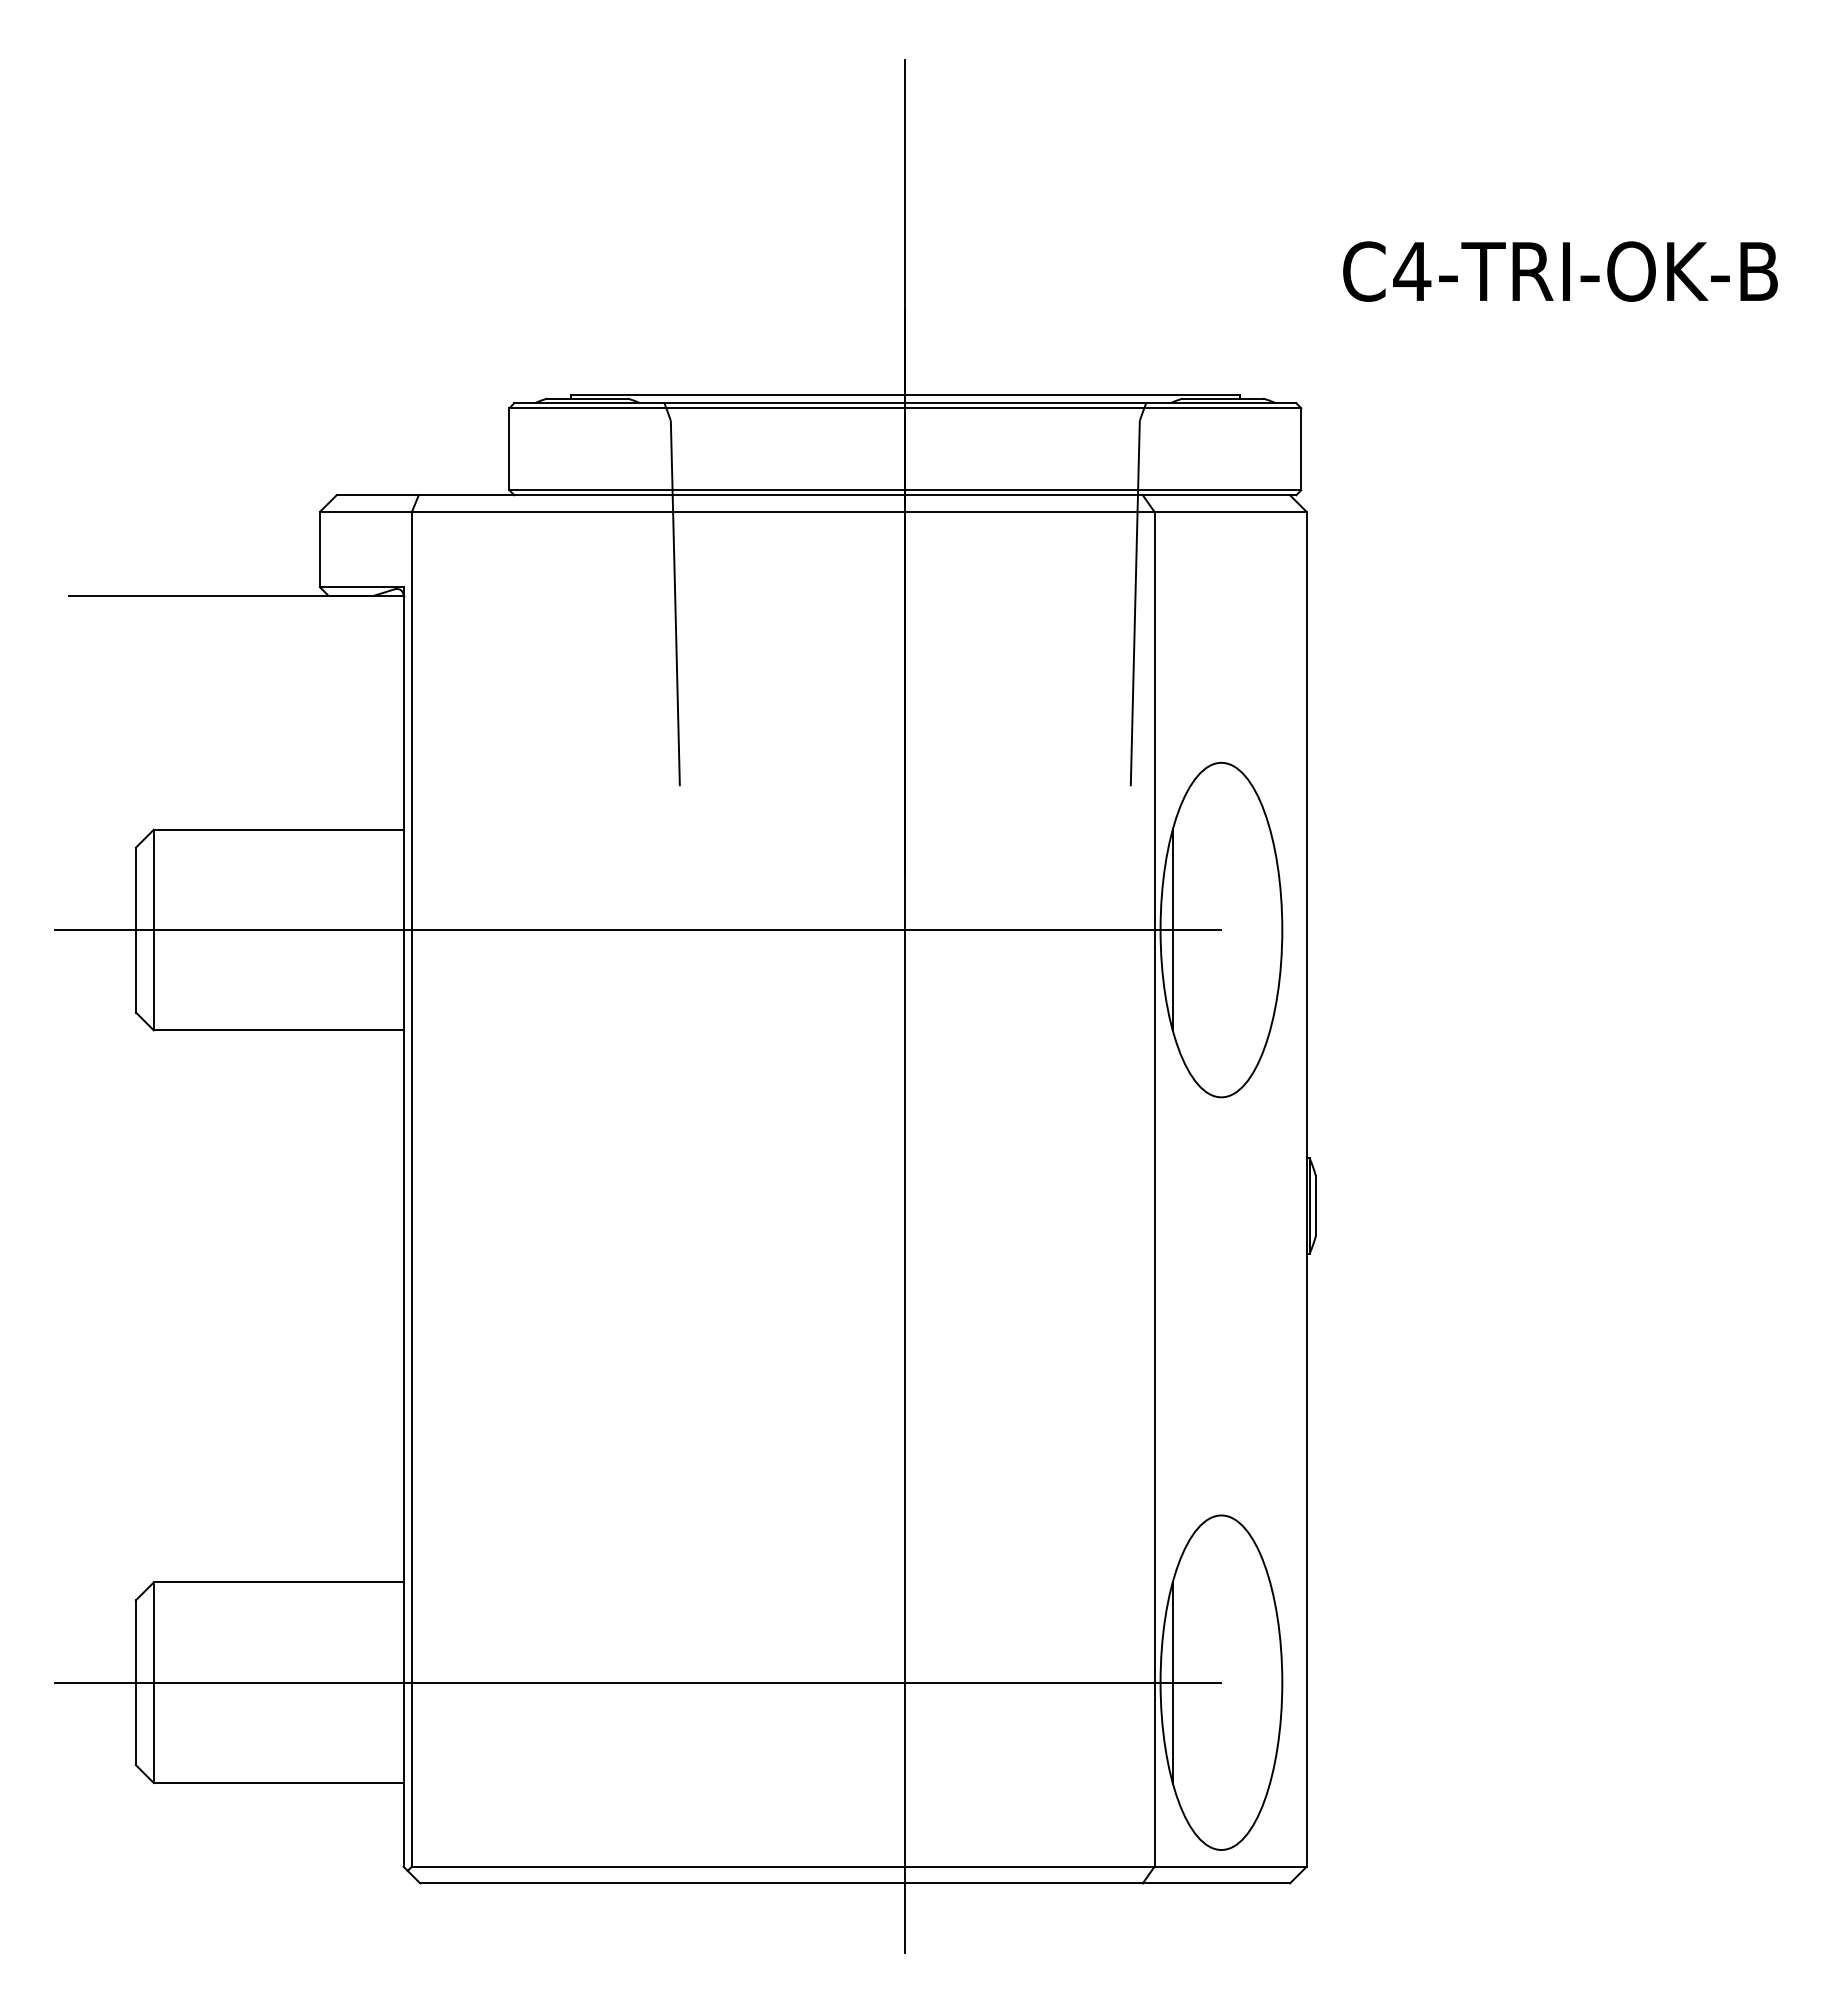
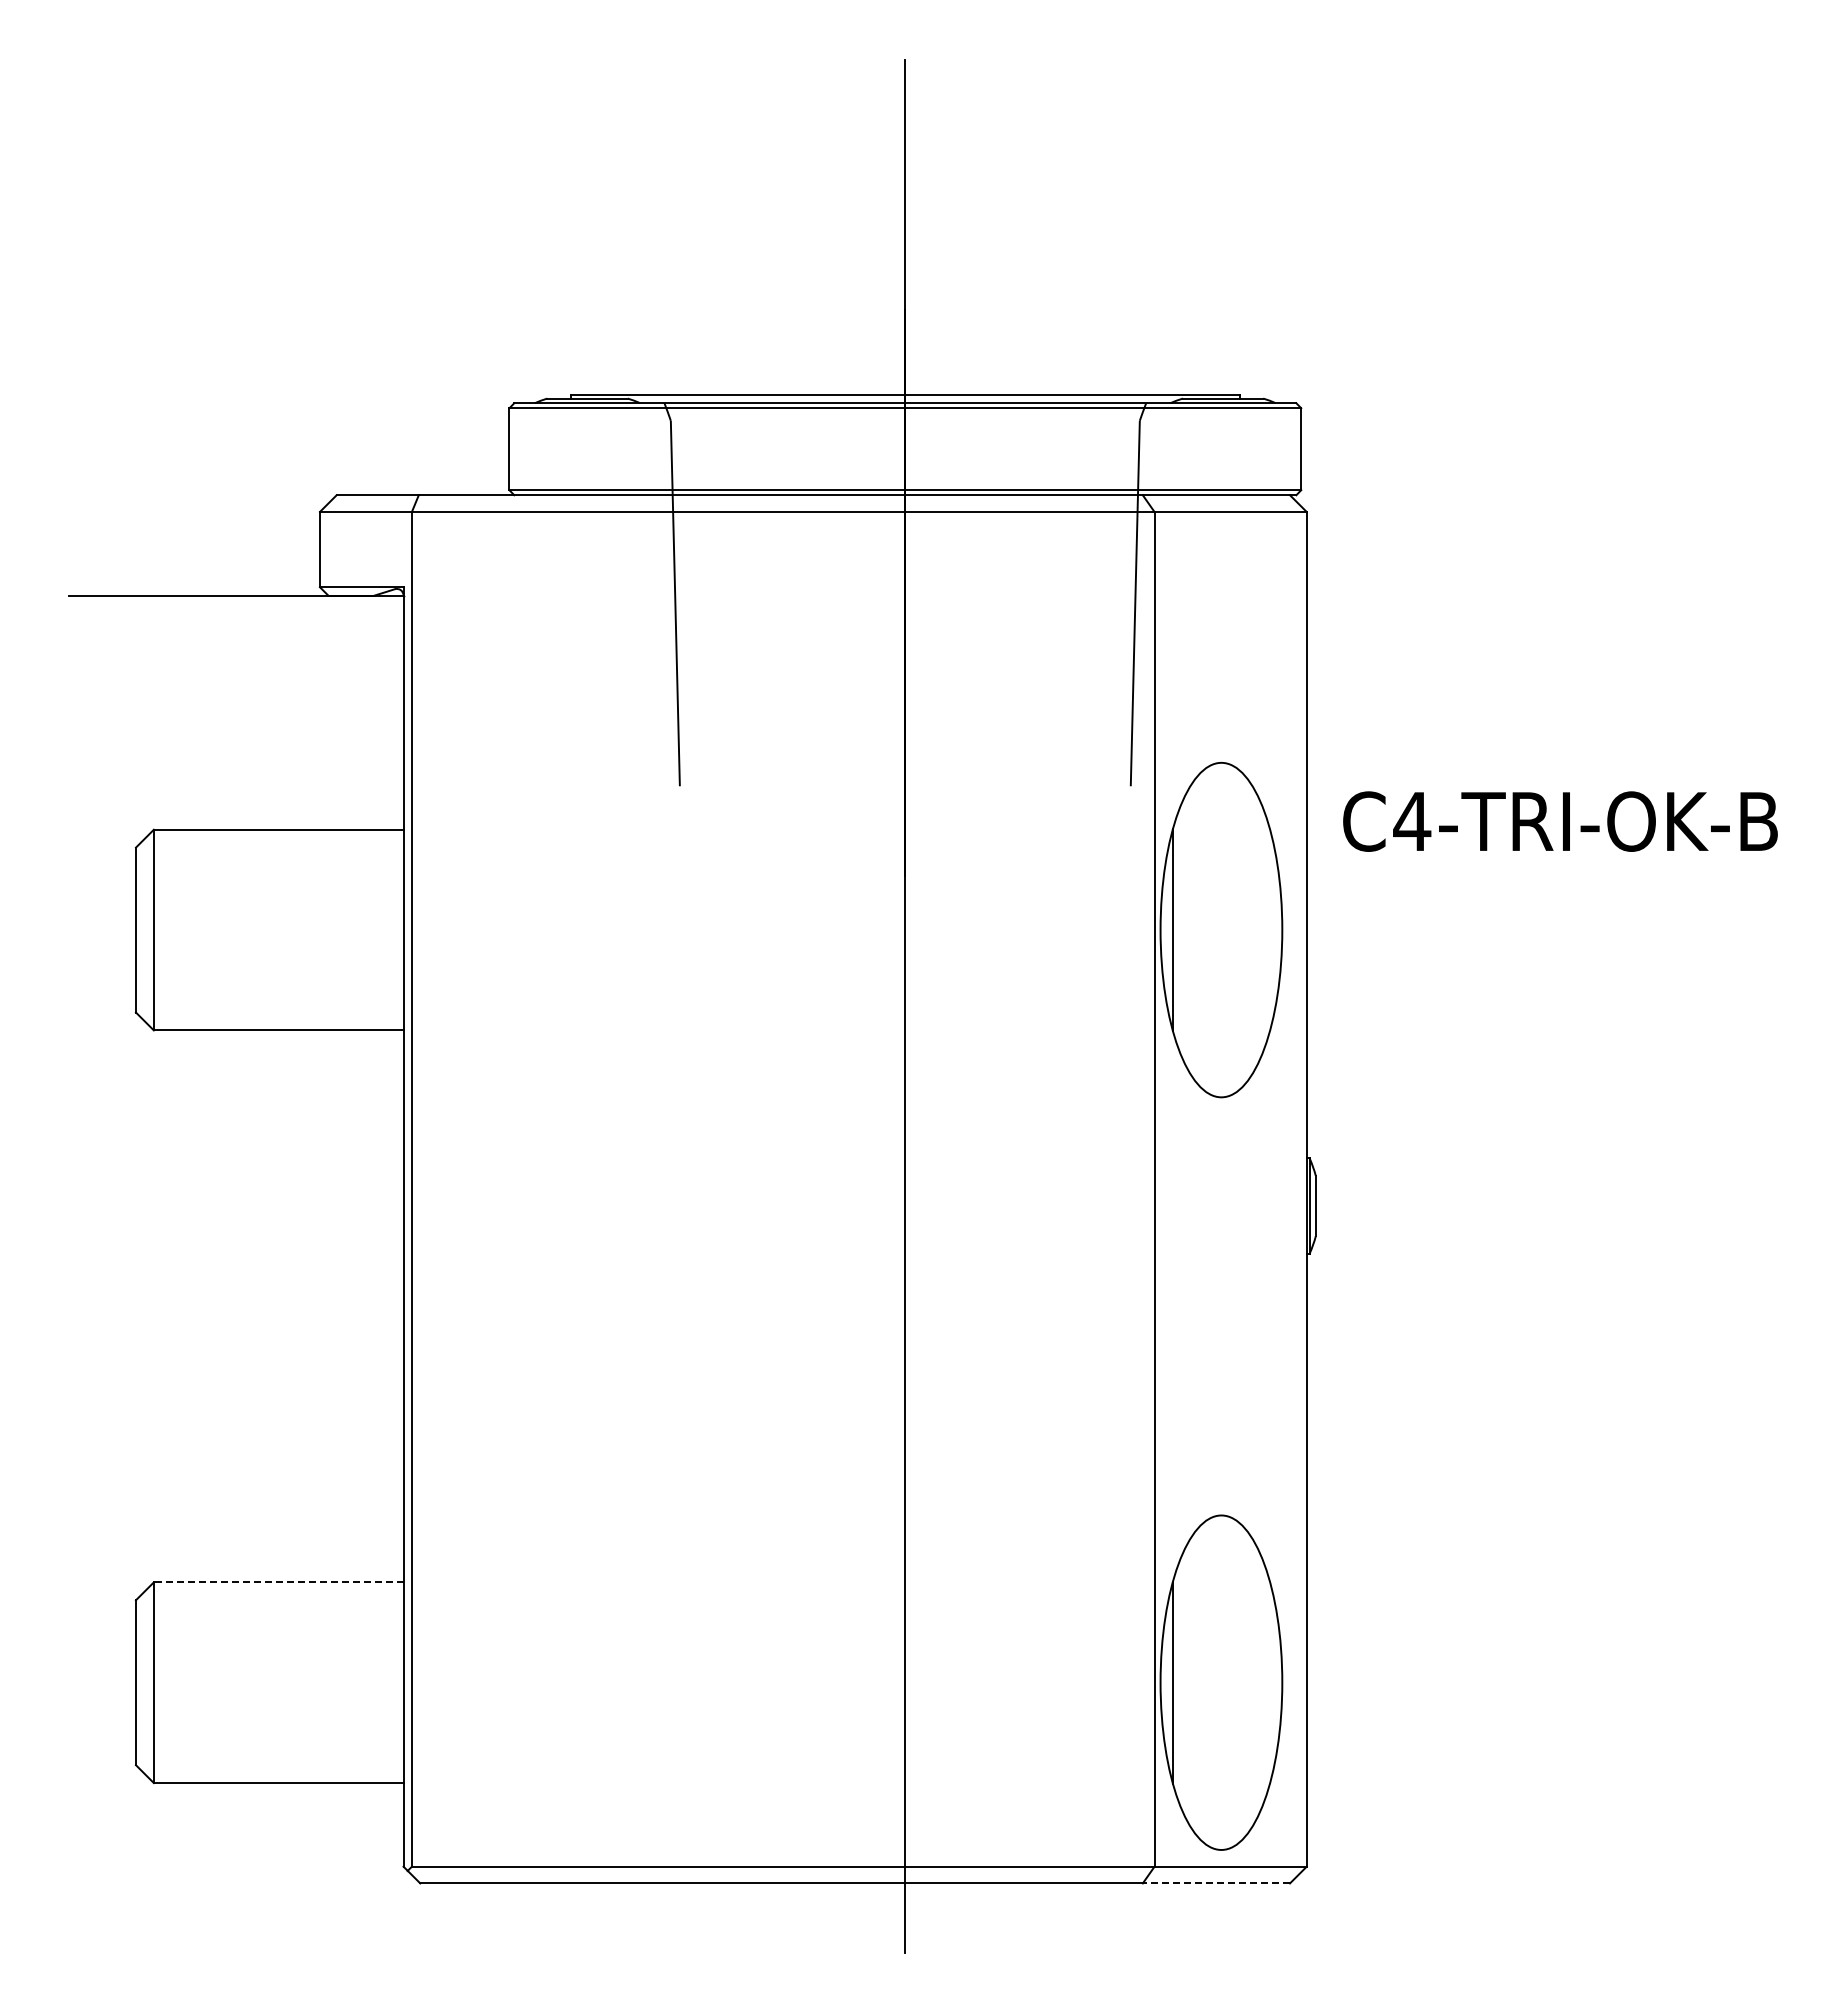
text at (1560, 271) position: (1560, 271) -> (1560, 821)
line at (638, 930): present -> none
line at (278, 1582): solid -> dashed
line at (638, 1682): present -> none
line at (1216, 1883): solid -> dashed
